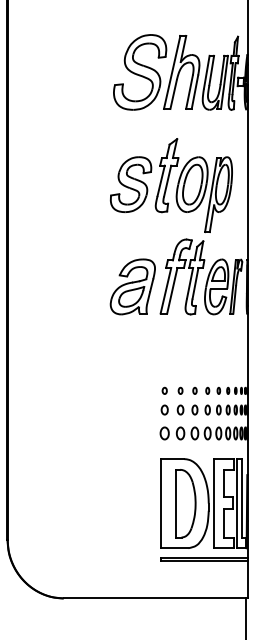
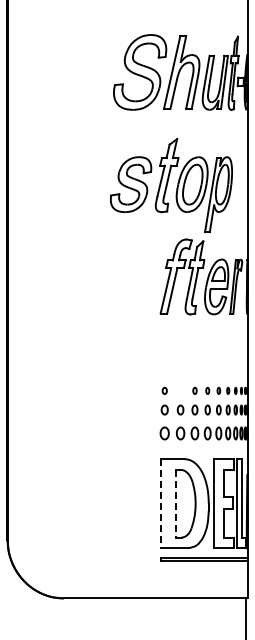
part at (132, 286): present -> none
part at (180, 390): present -> none
line at (160, 503): solid -> dashed
line at (176, 503): solid -> dashed
